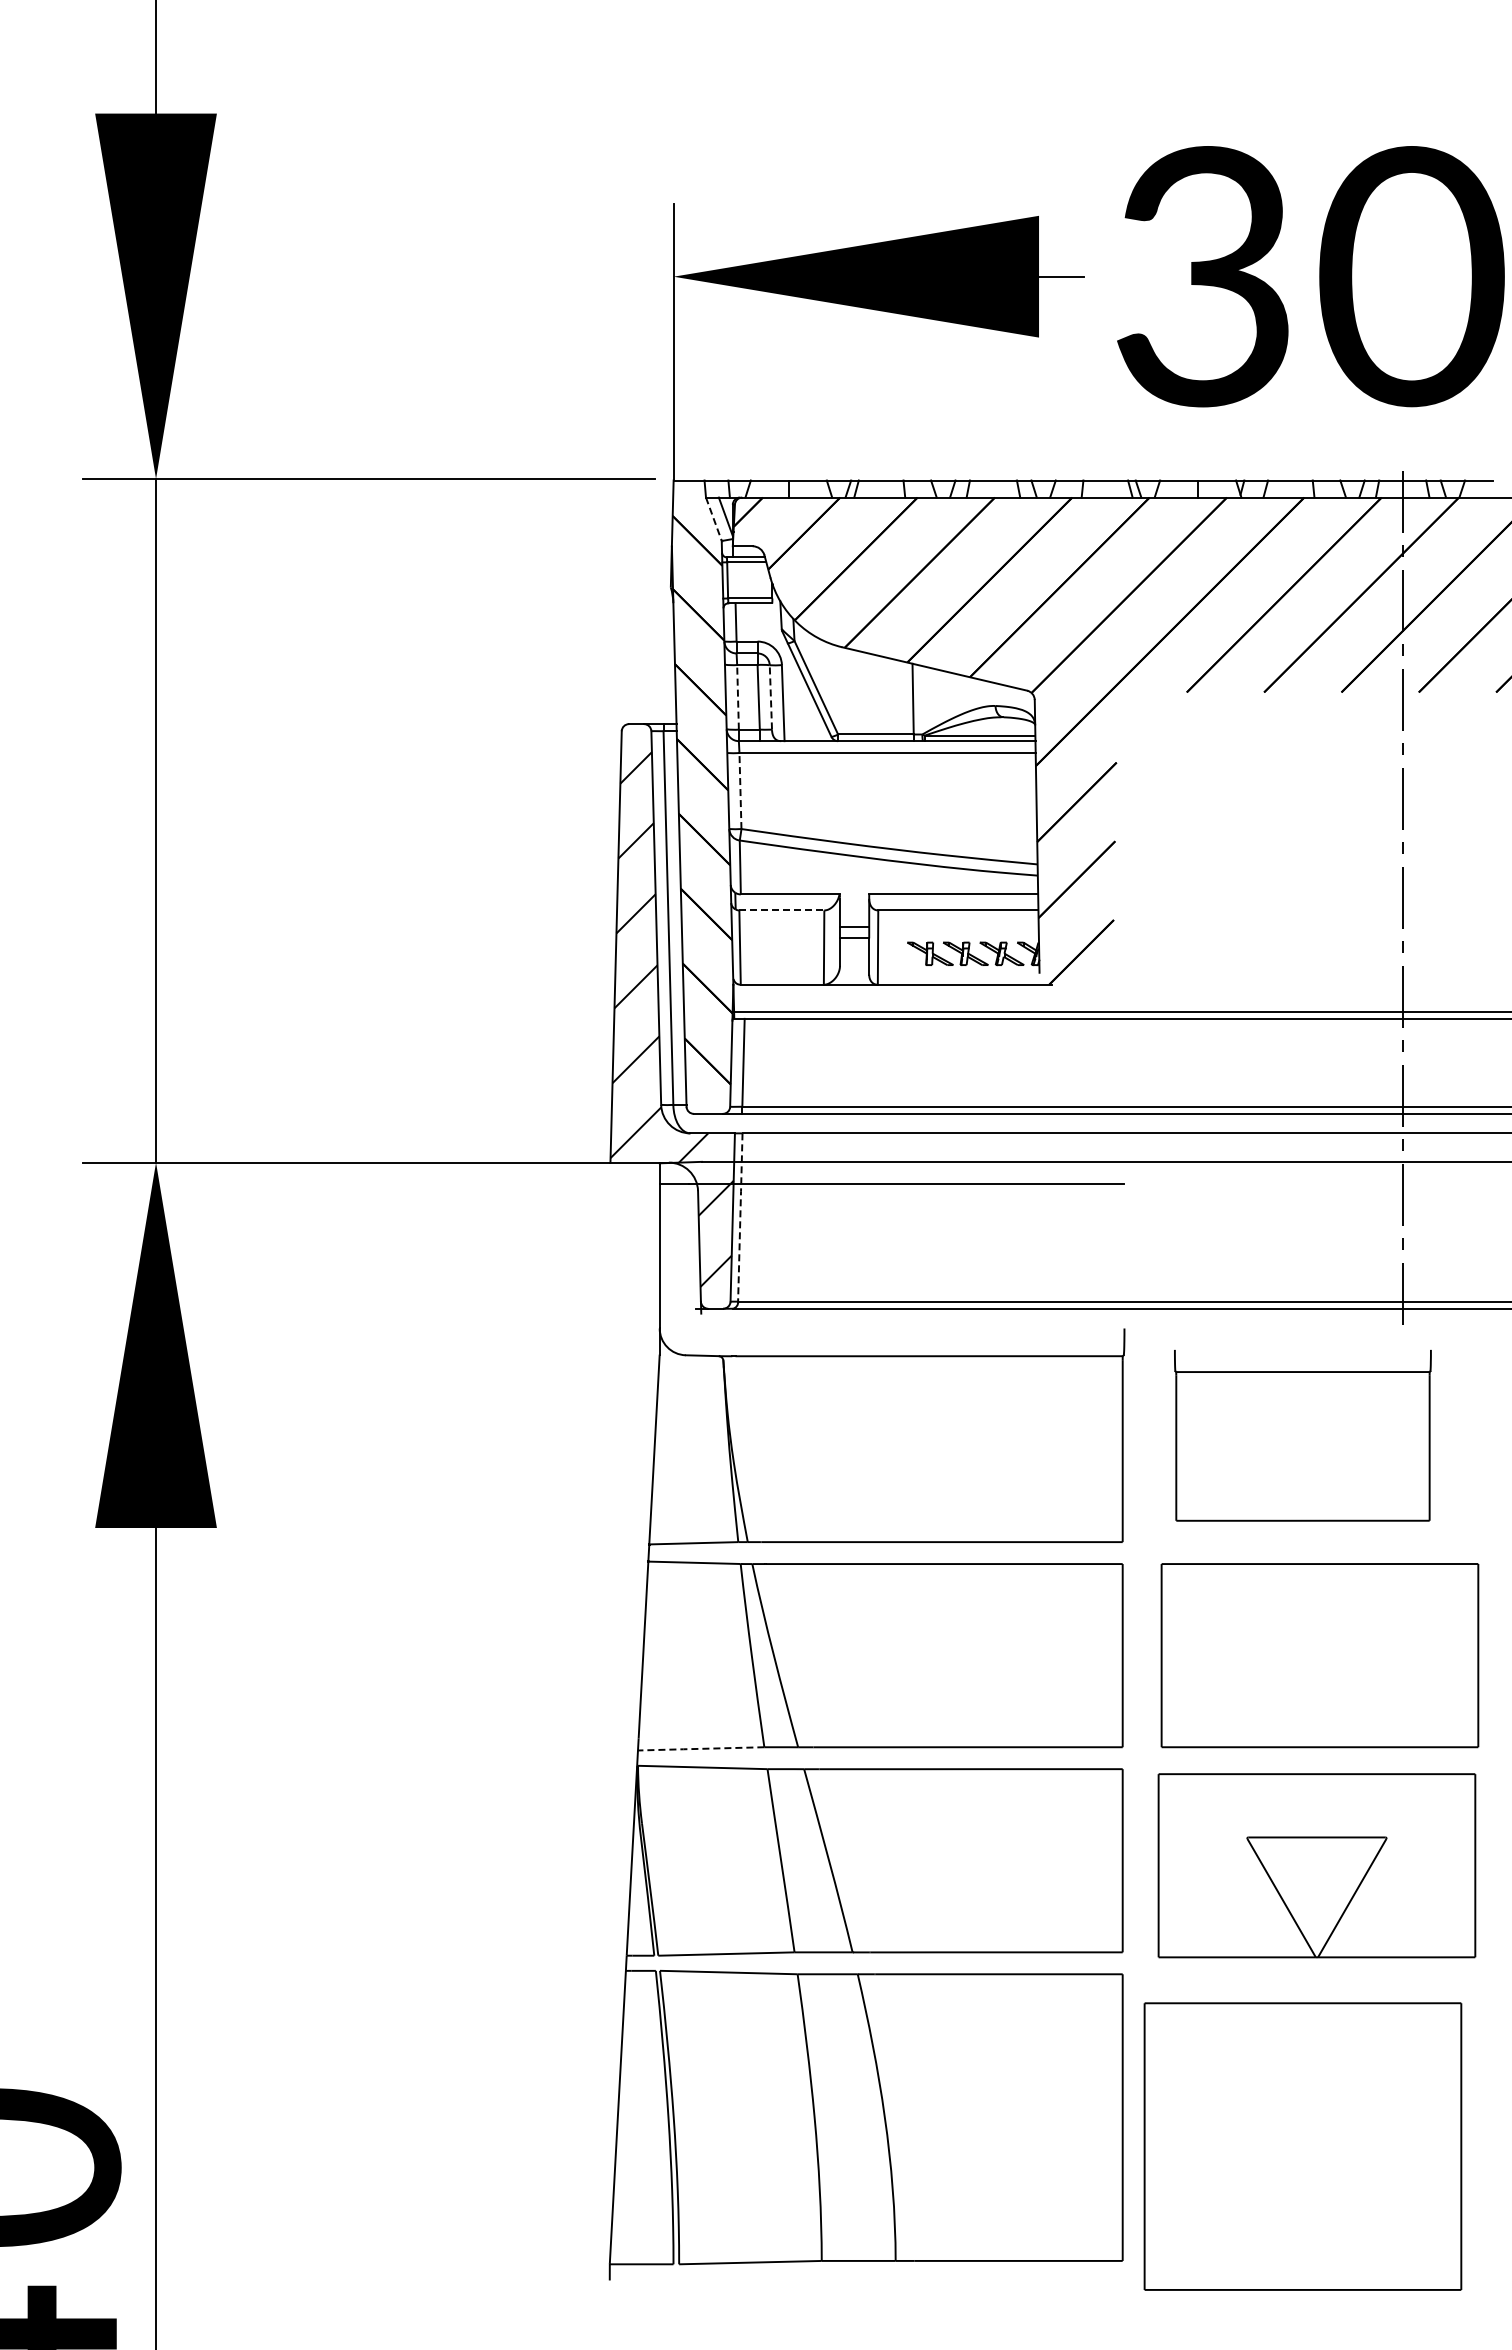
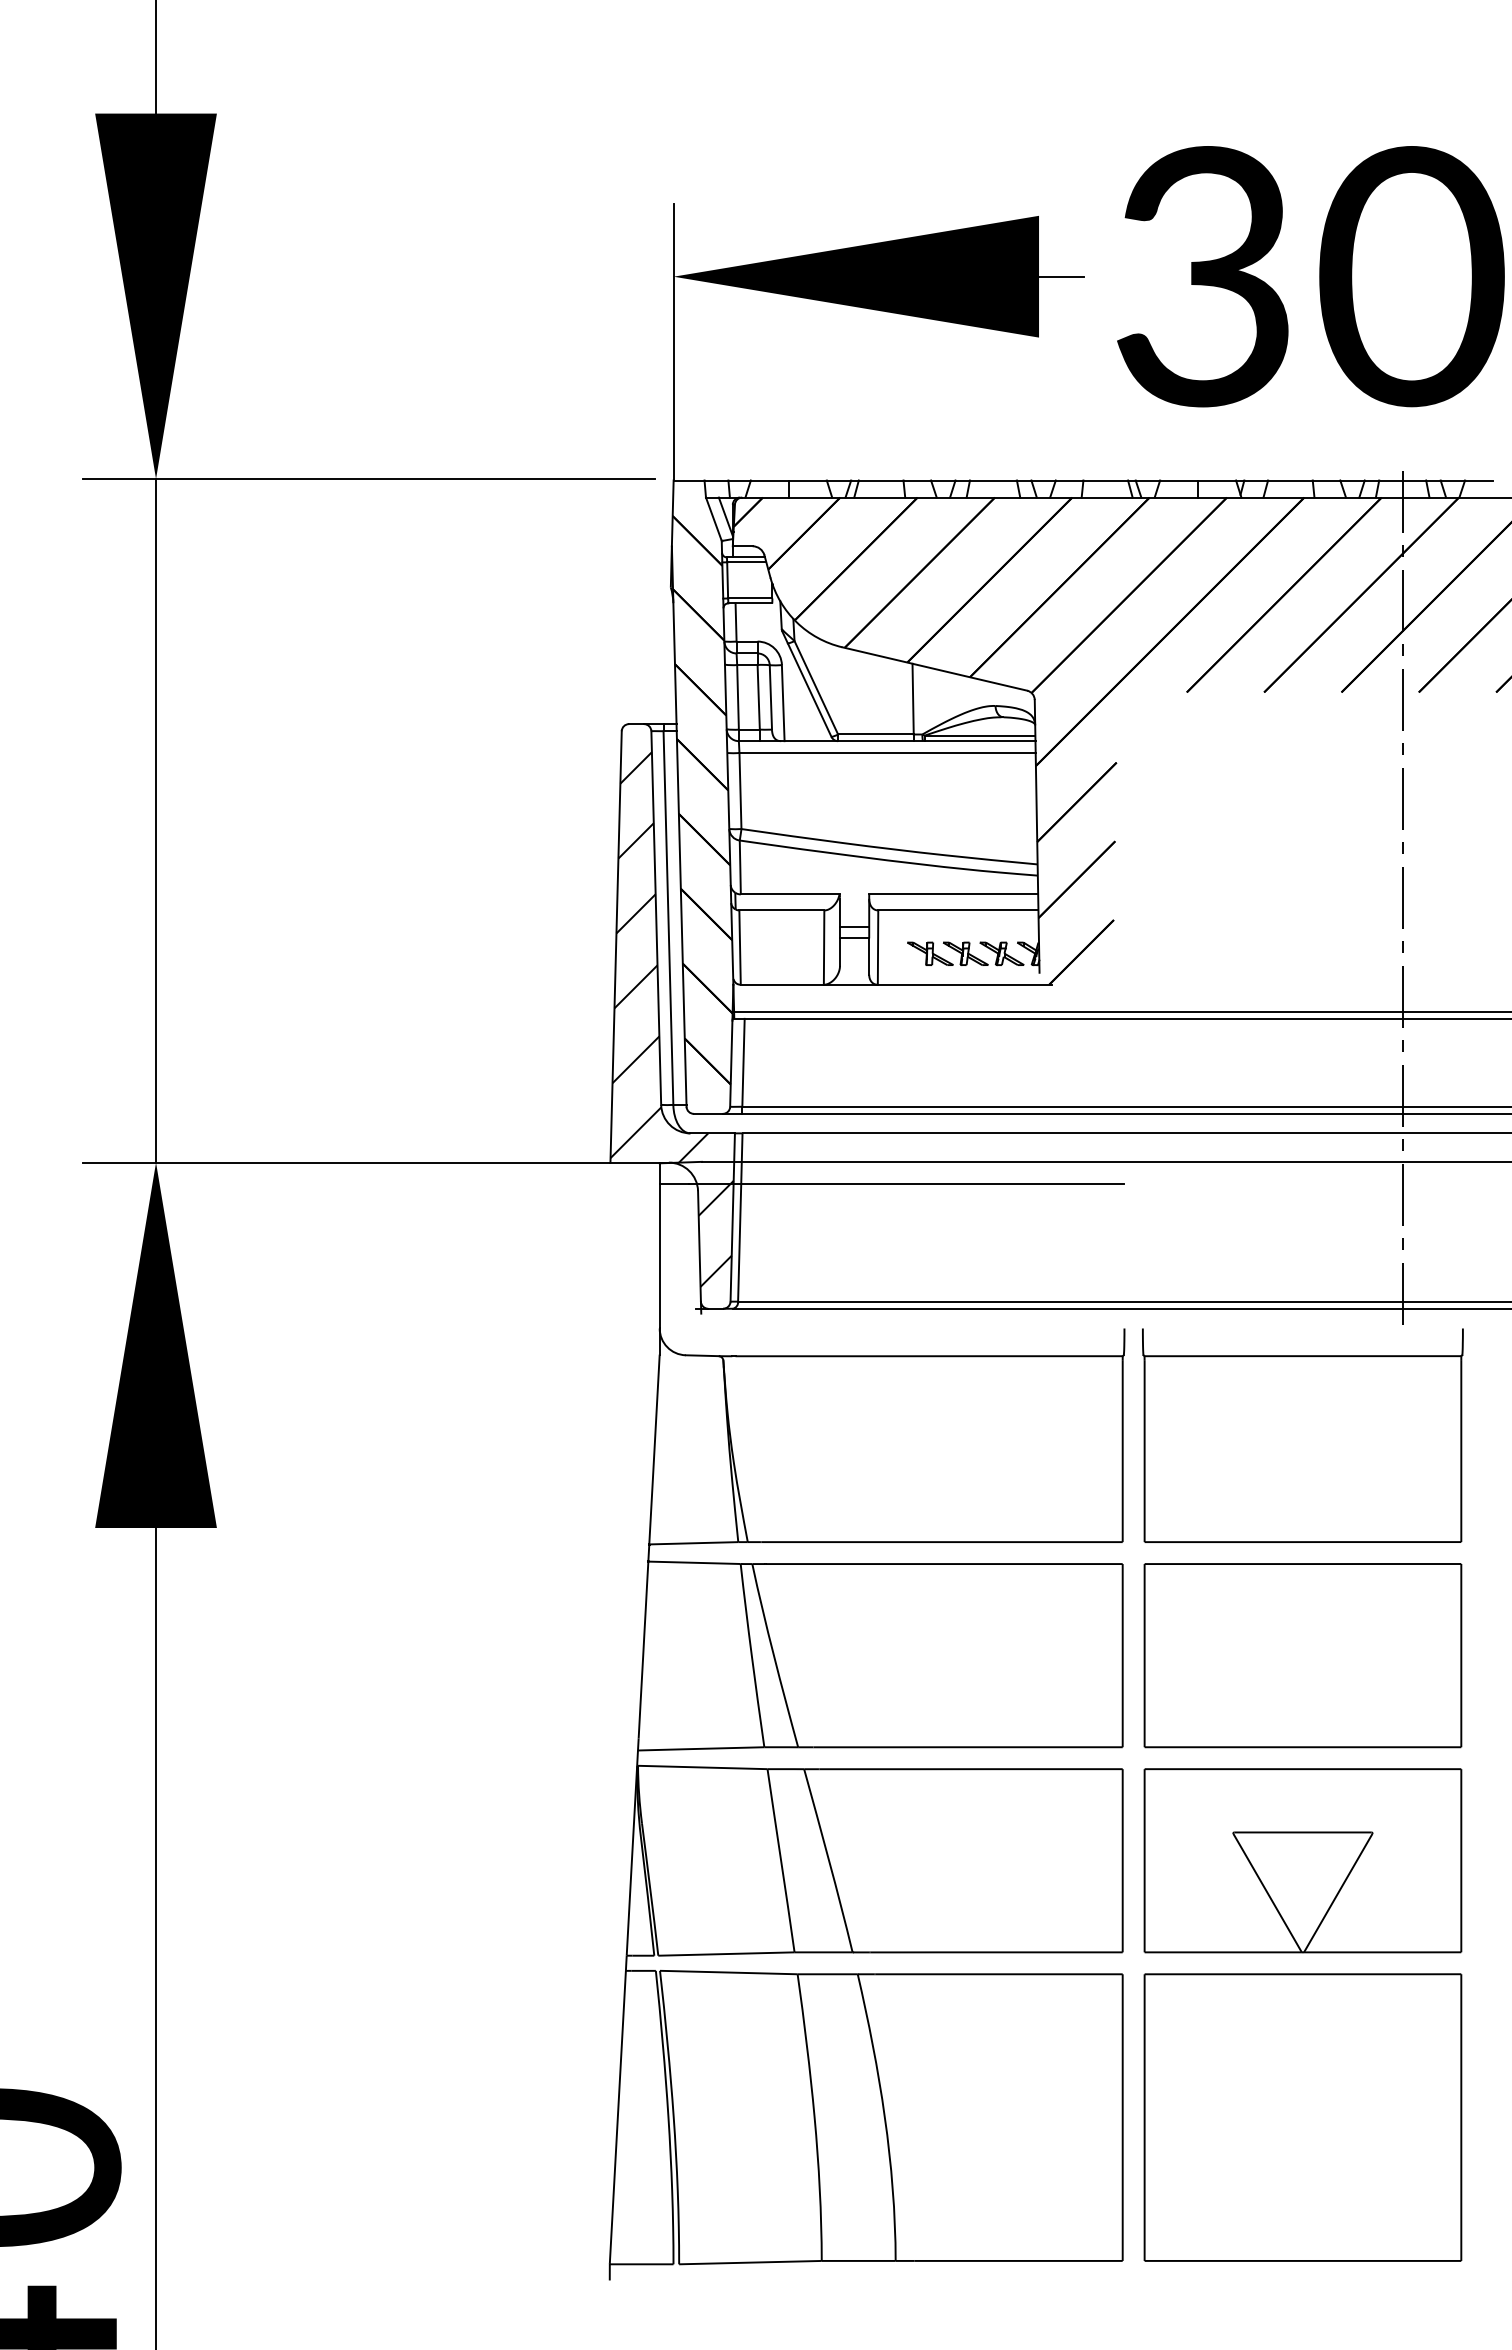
line at (714, 519): dashed -> solid
line at (738, 696): dashed -> solid
line at (770, 696): dashed -> solid
line at (740, 790): dashed -> solid
line at (782, 910): dashed -> solid
line at (740, 1216): dashed -> solid
part at (1302, 1435) size: 258x172 px -> 322x215 px
part at (1319, 1655) position: (1319, 1655) -> (1302, 1655)
line at (700, 1748): dashed -> solid
part at (1316, 1865) position: (1316, 1865) -> (1302, 1860)
part at (1302, 2146) position: (1302, 2146) -> (1302, 2117)
